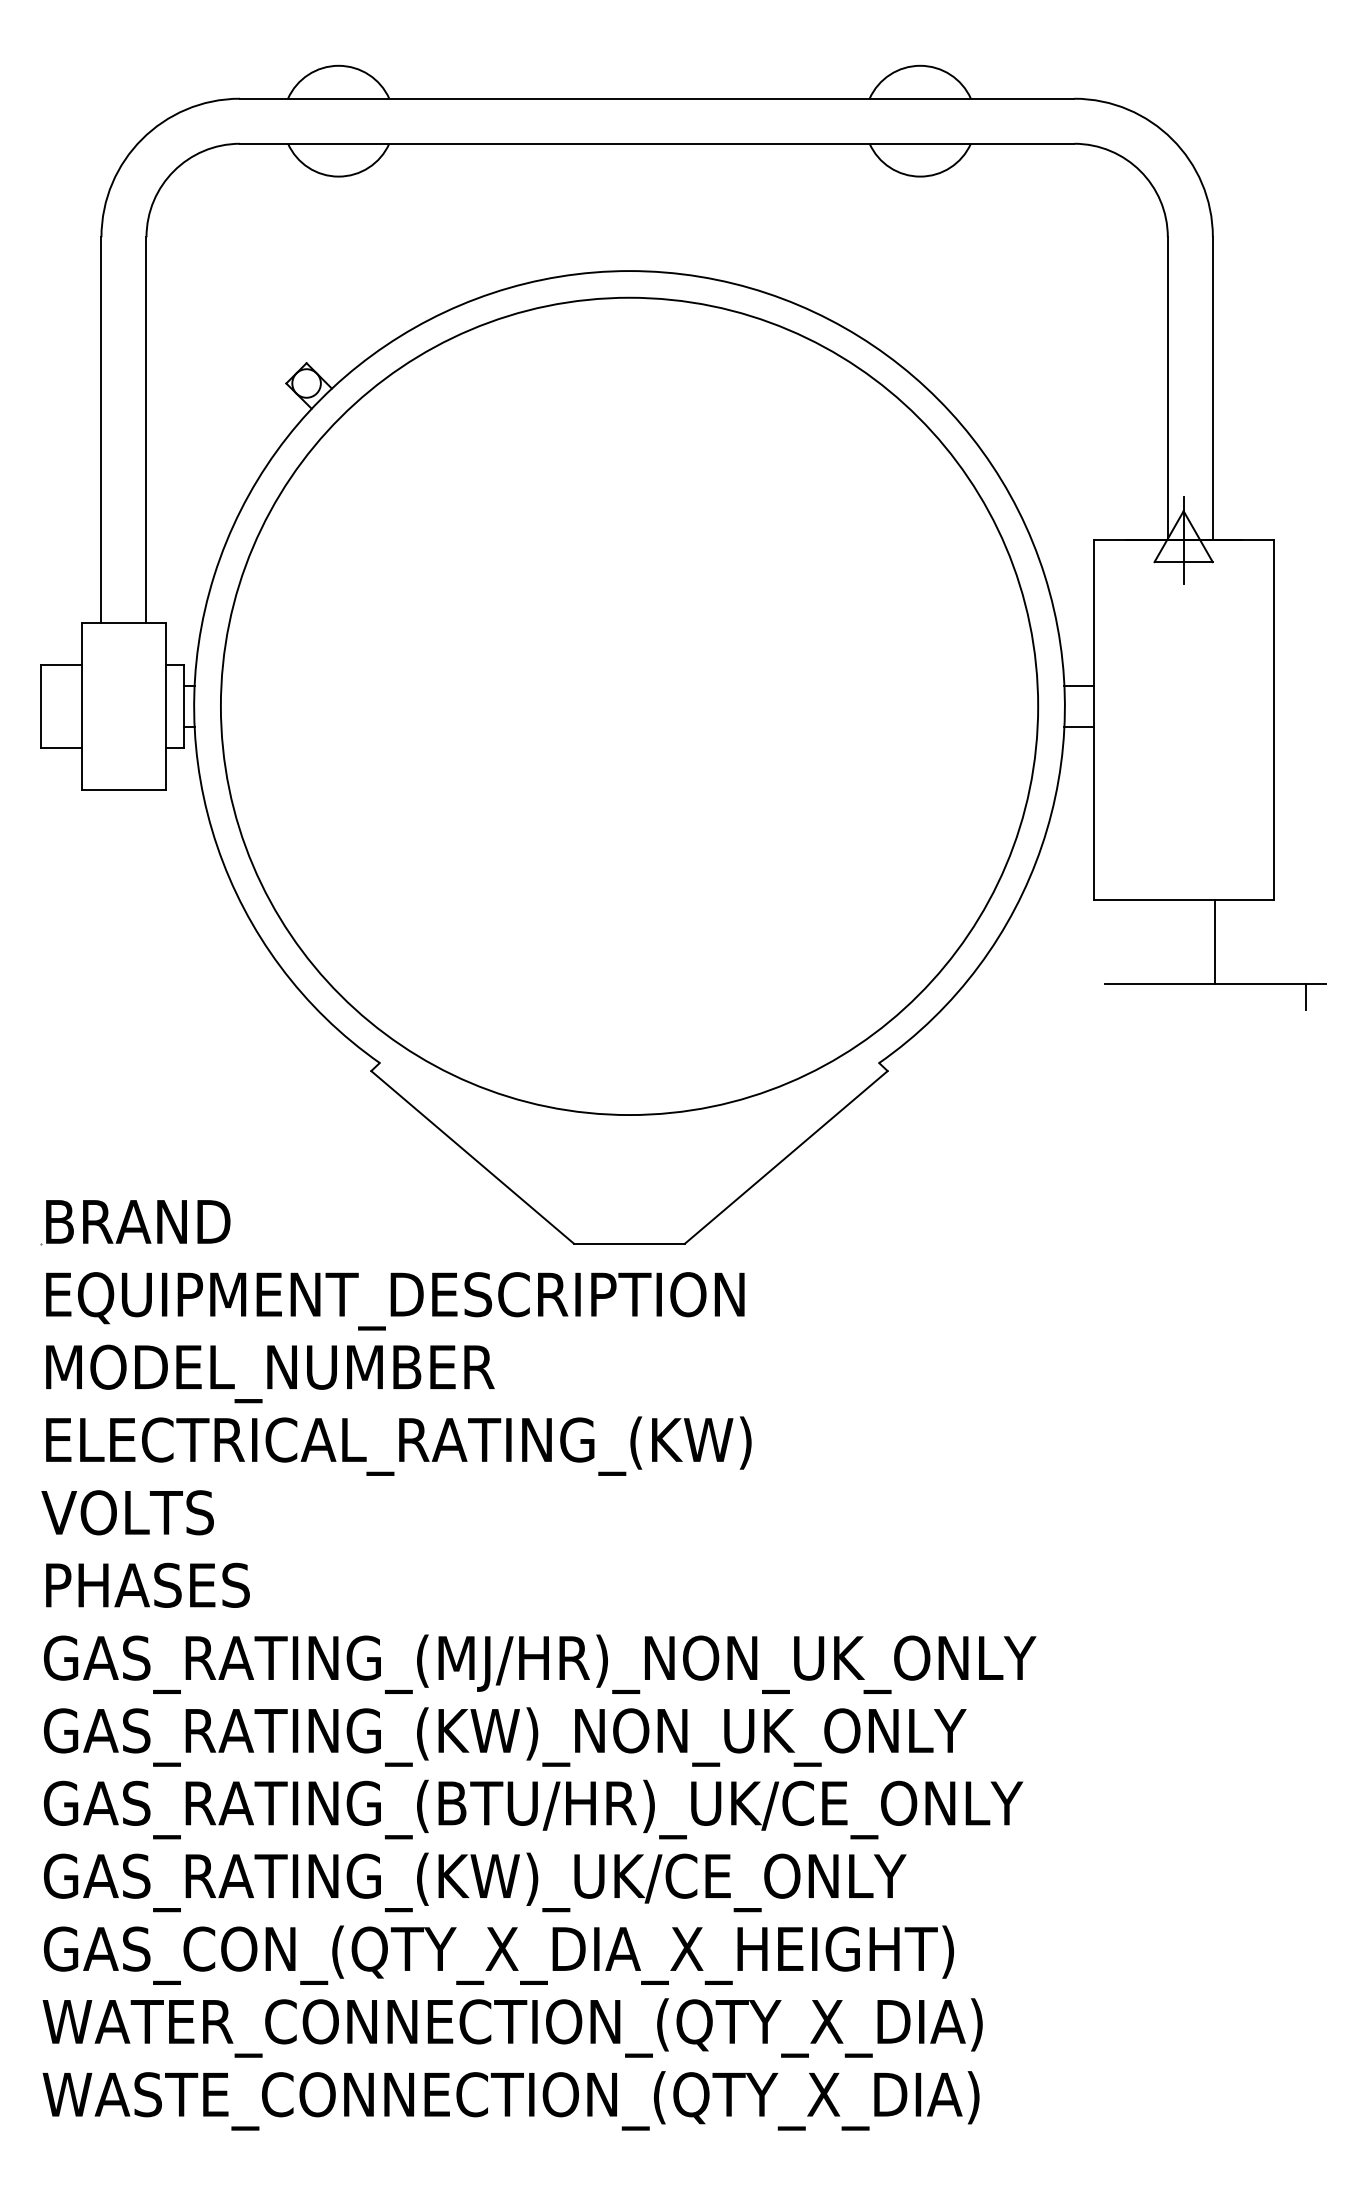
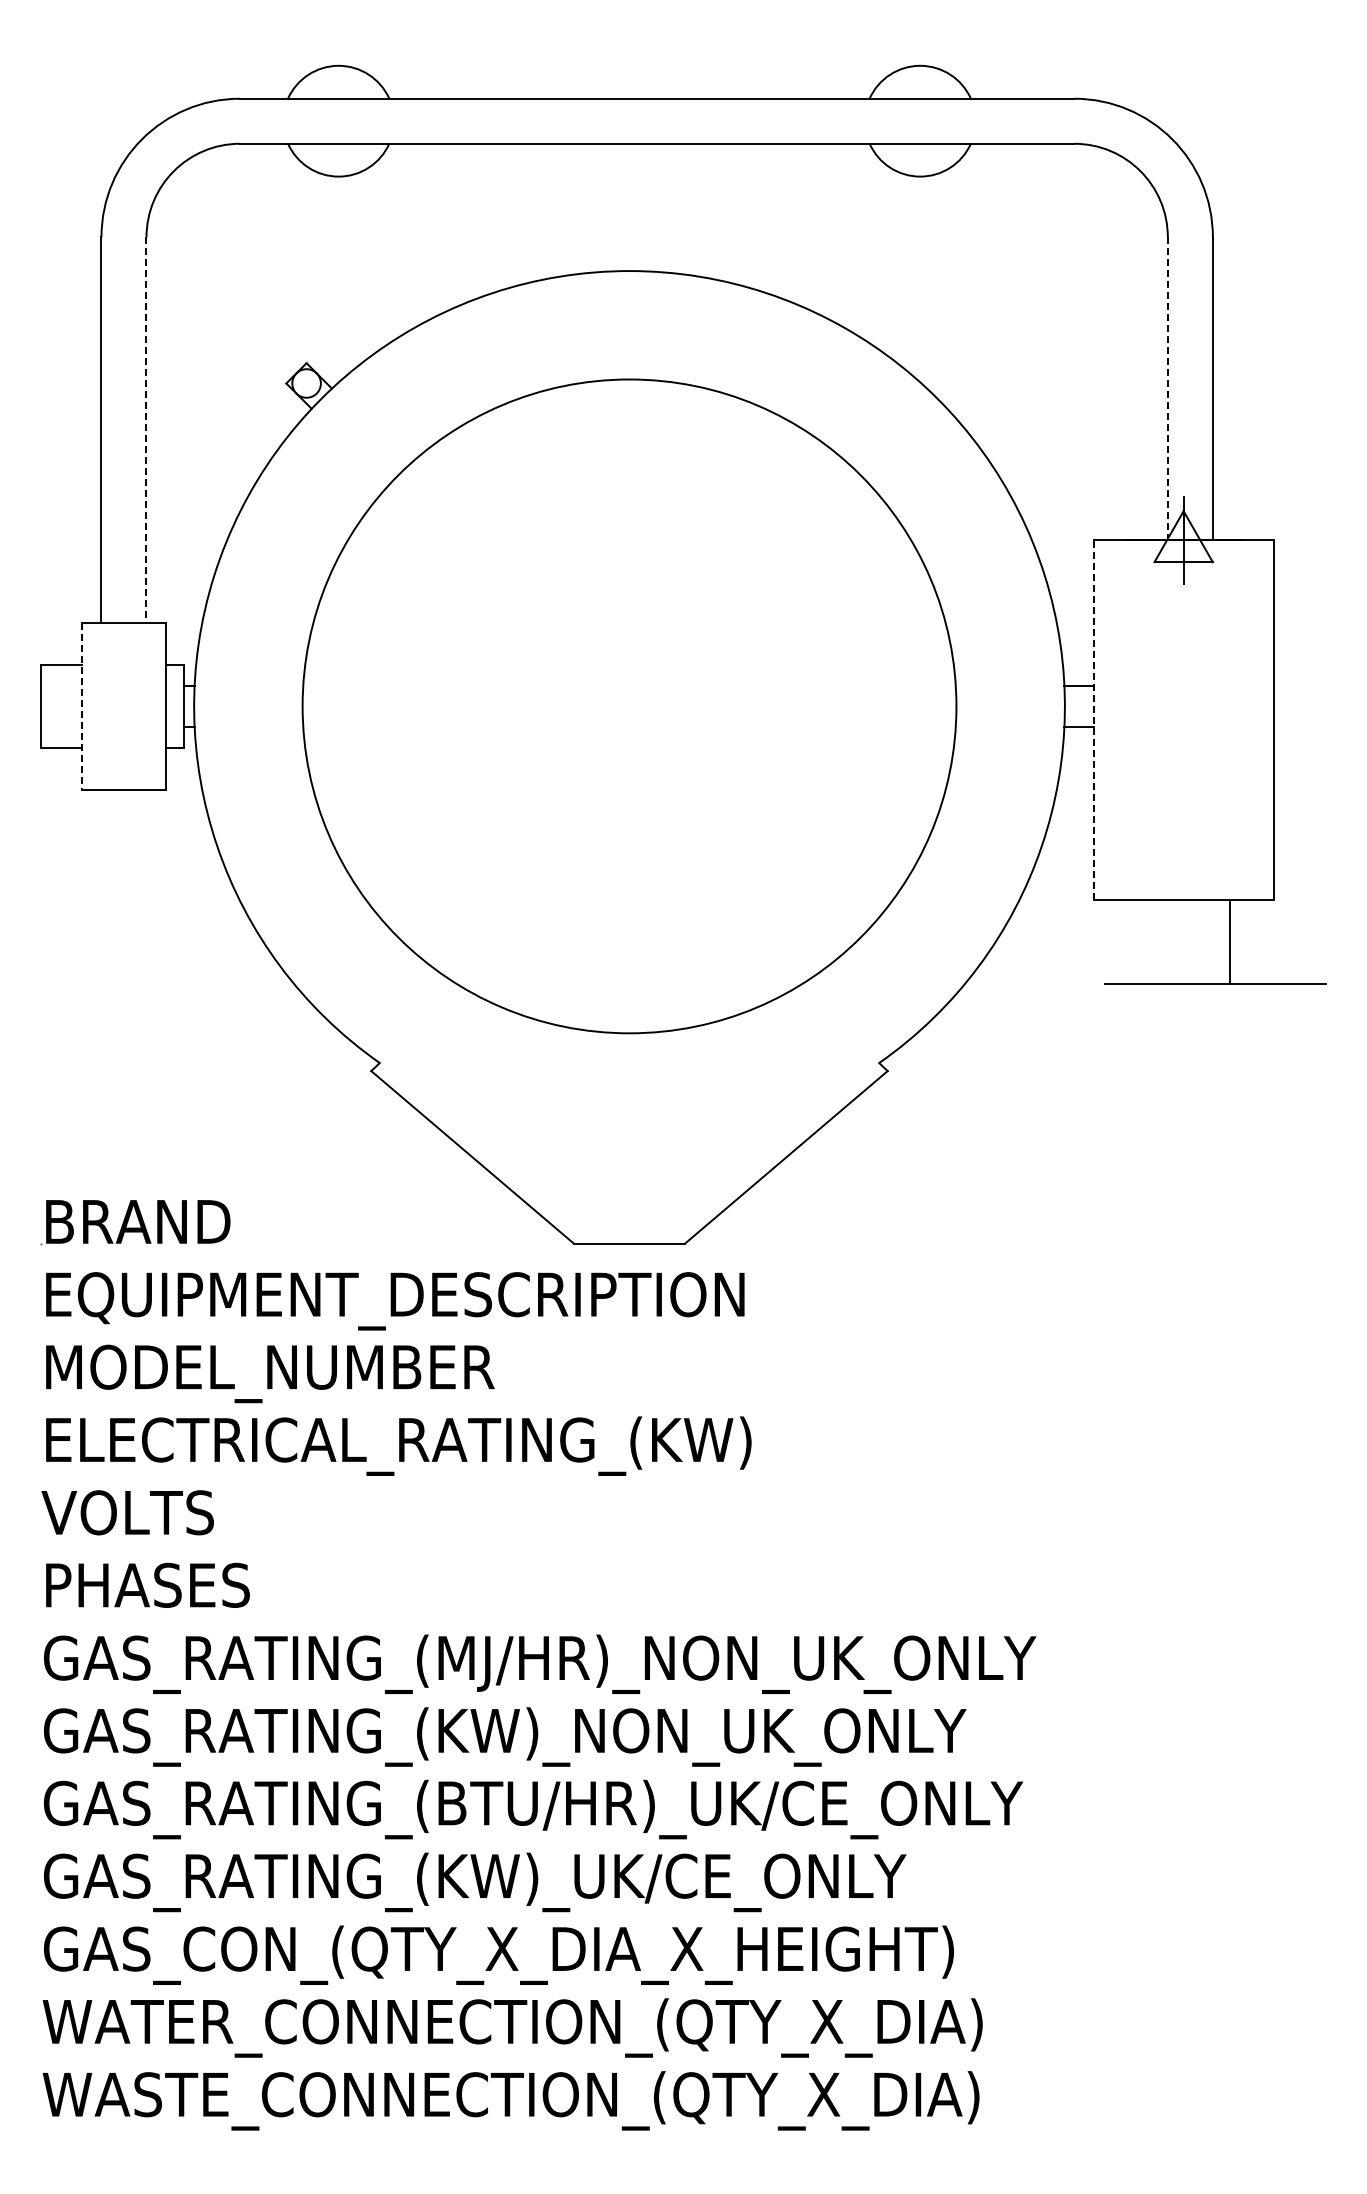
line at (1167, 388): solid -> dashed
line at (146, 430): solid -> dashed
line at (82, 706): solid -> dashed
circle at (629, 706) diameter: 817 px -> 654 px
line at (1093, 719): solid -> dashed
line at (1215, 941) position: (1215, 941) -> (1230, 941)
line at (1305, 996): present -> none
